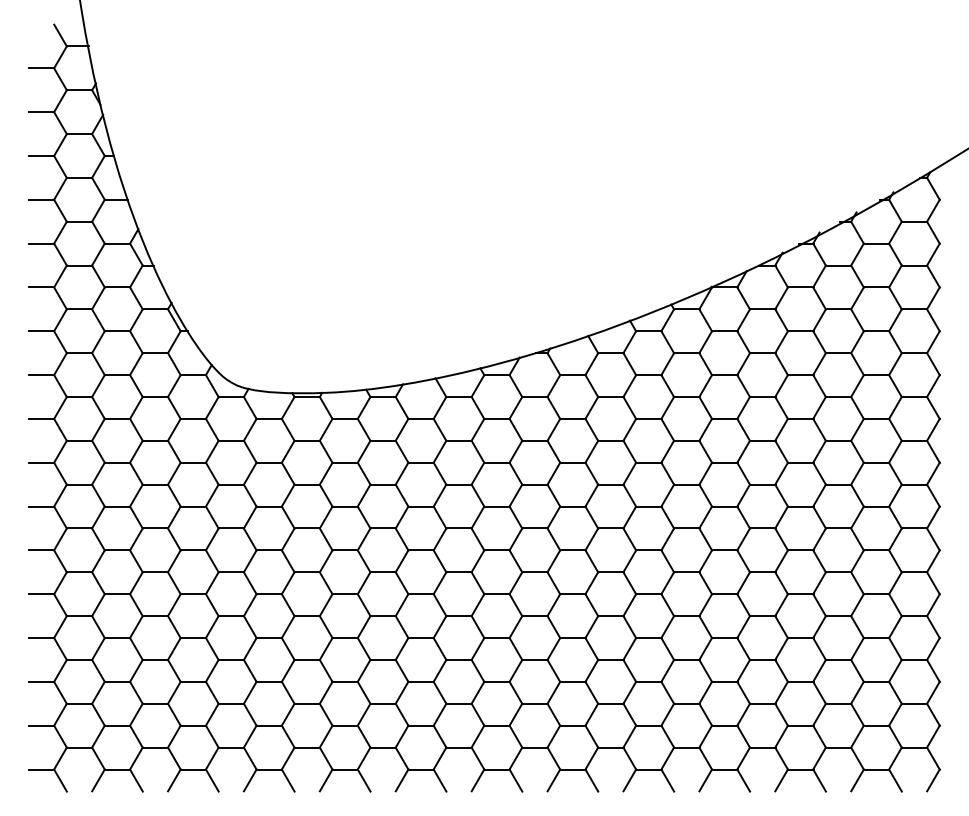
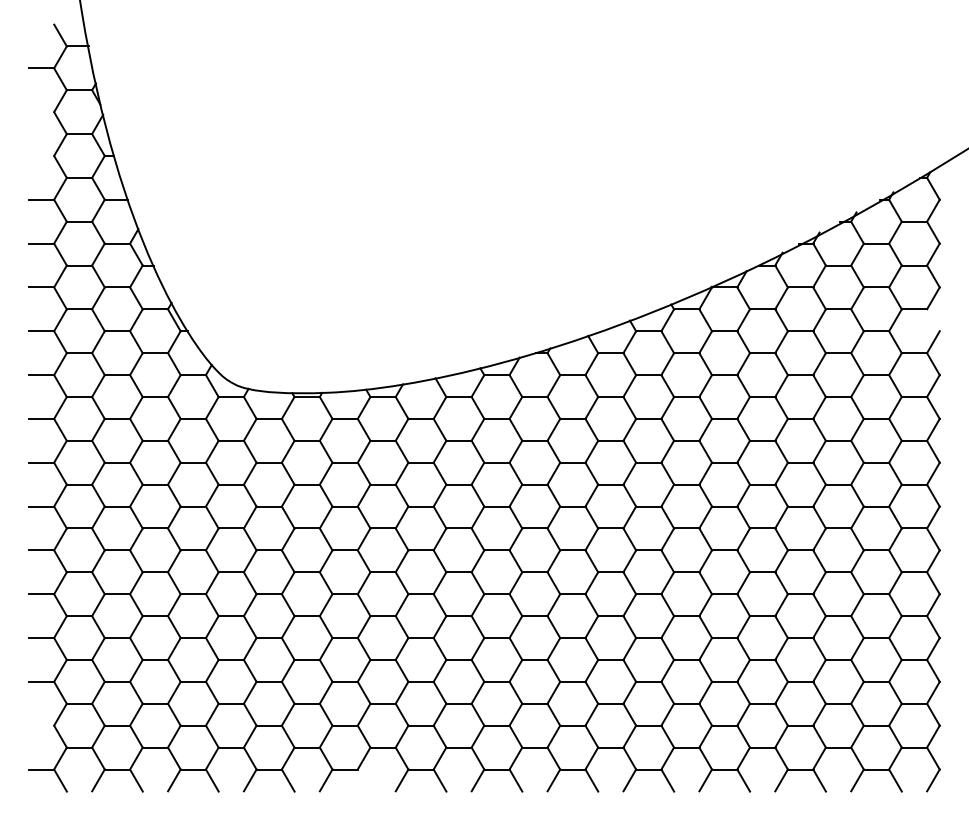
line at (41, 112): present -> none
line at (41, 155): present -> none
line at (933, 320): present -> none
line at (41, 725): present -> none
line at (363, 780): present -> none
